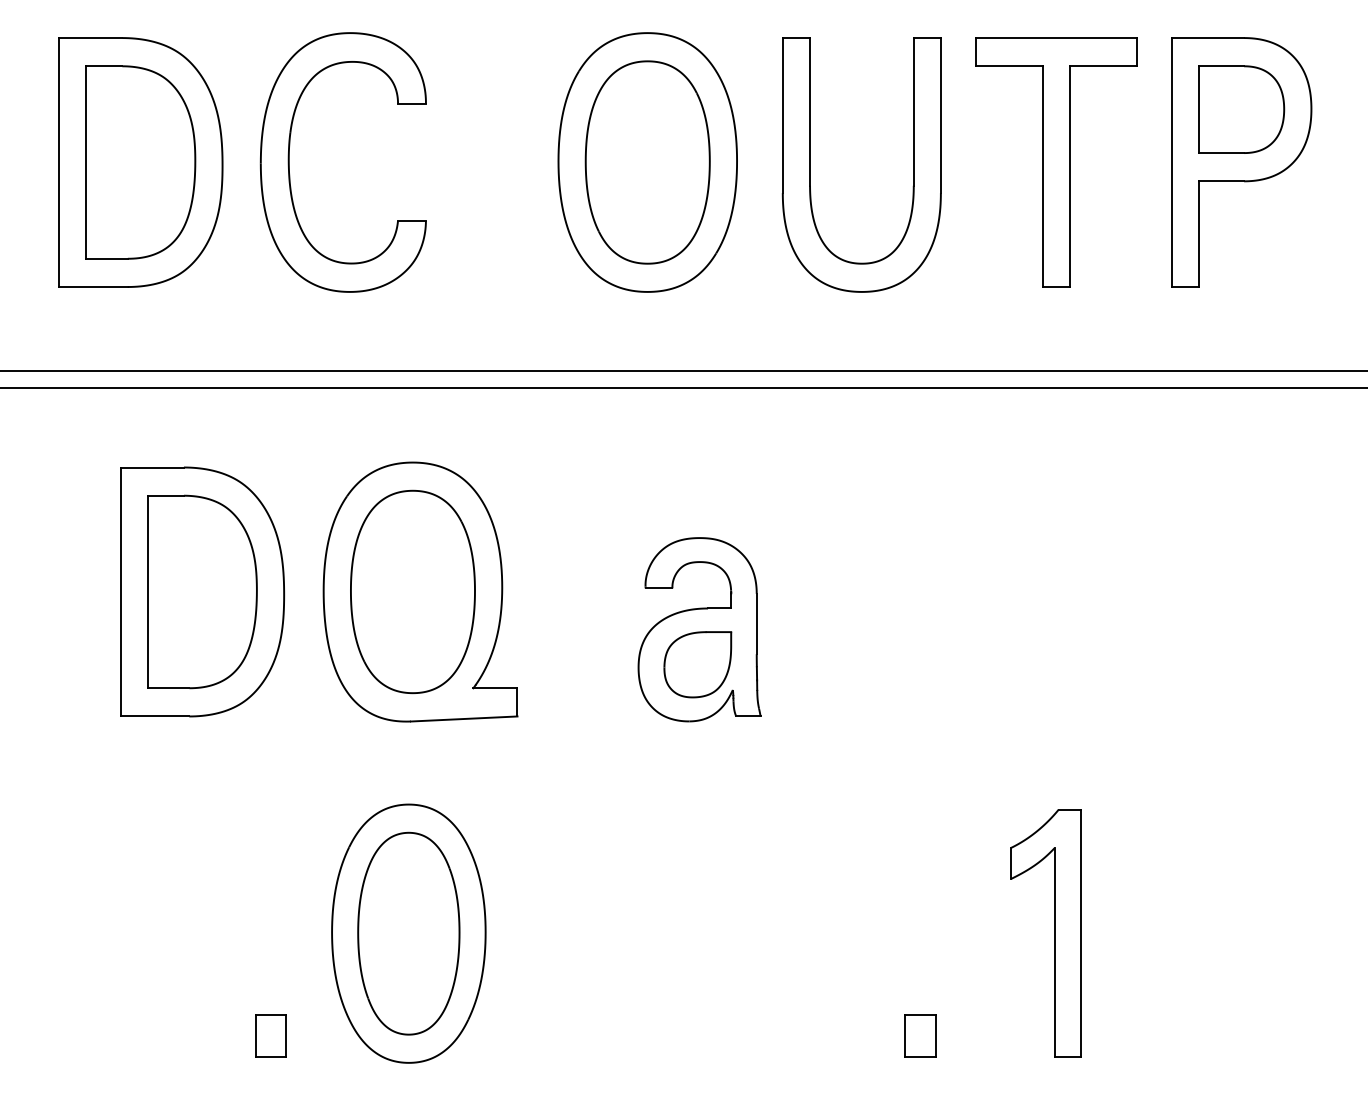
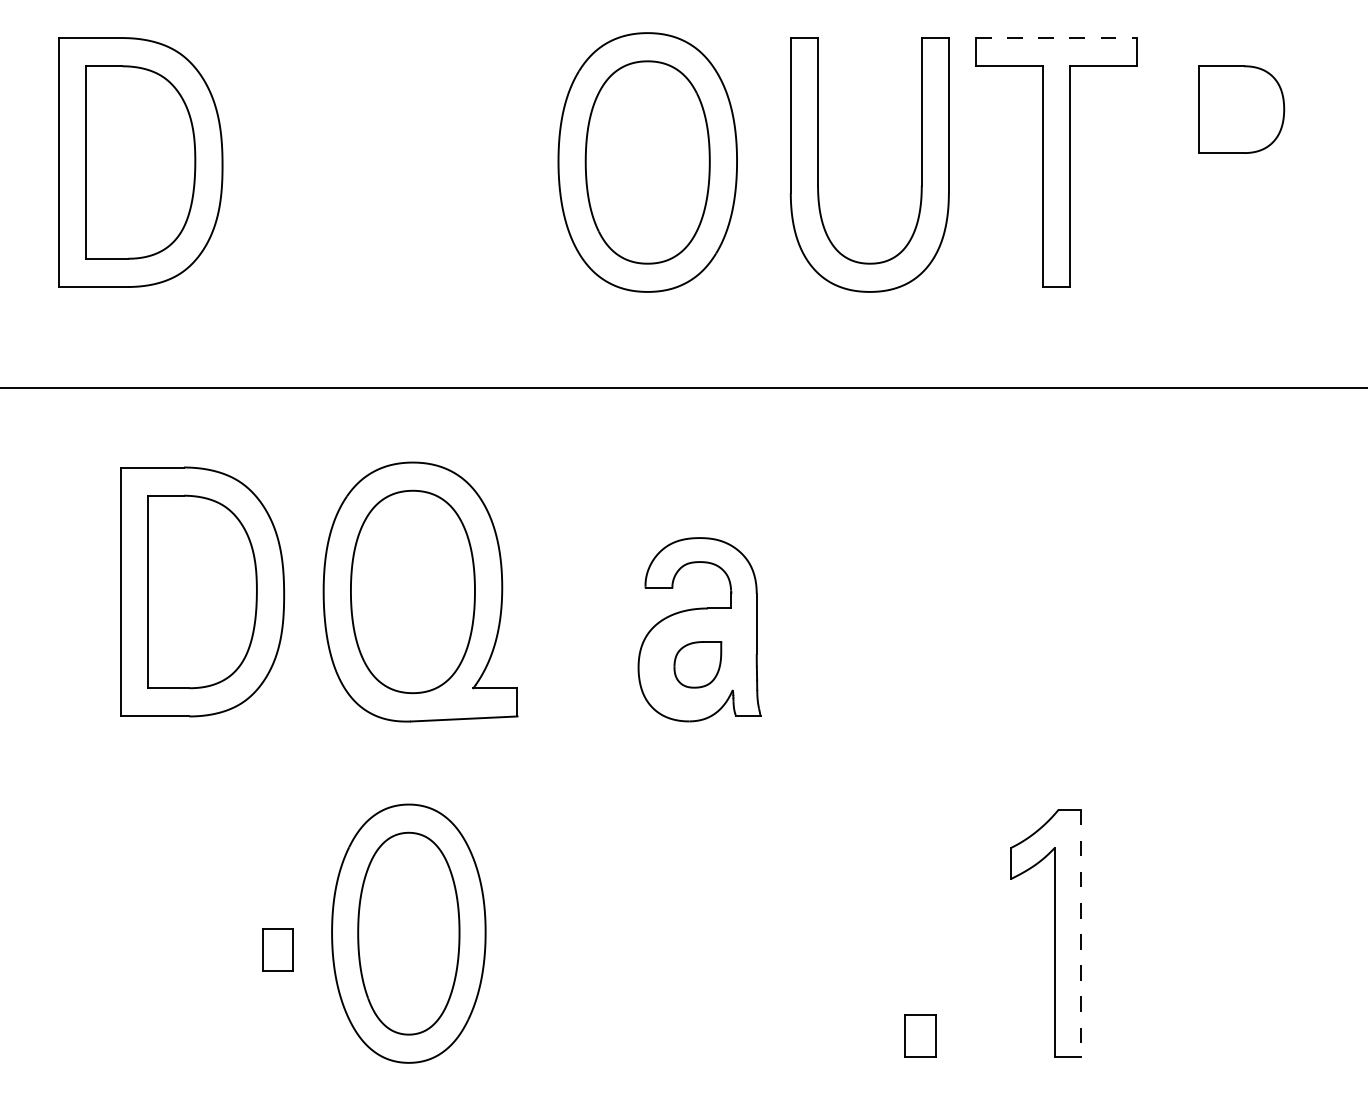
line at (1056, 38): solid -> dashed
part at (289, 162): present -> none
part at (1241, 162): present -> none
part at (810, 164) position: (810, 164) -> (818, 164)
line at (683, 371): present -> none
part at (697, 664) size: 70x68 px -> 50x48 px
line at (1081, 933): solid -> dashed
part at (270, 1035) position: (270, 1035) -> (277, 949)
